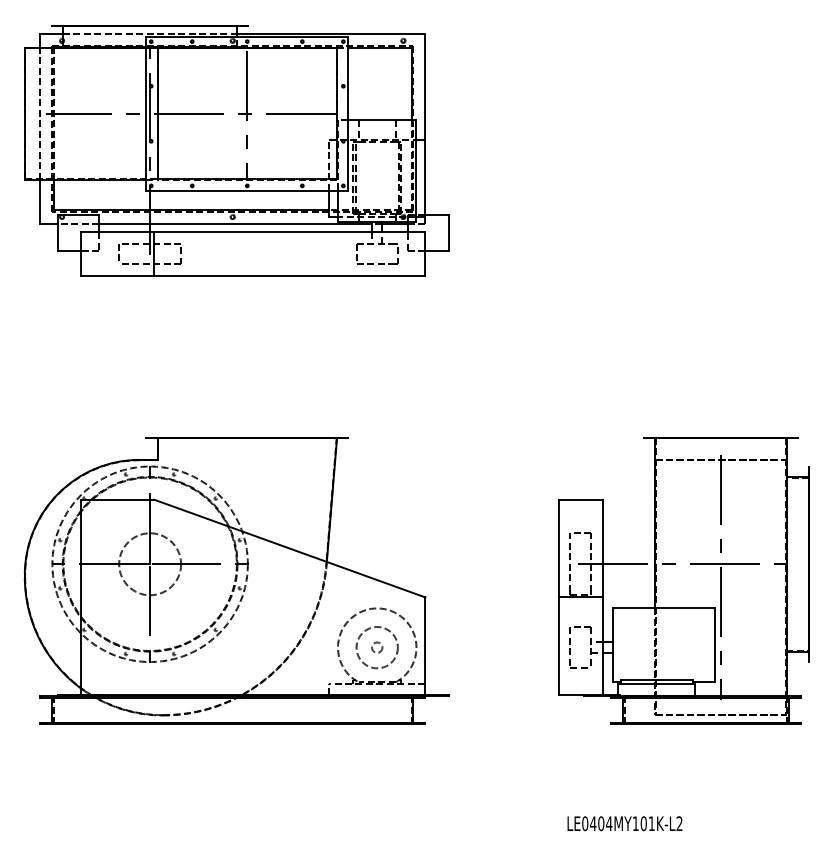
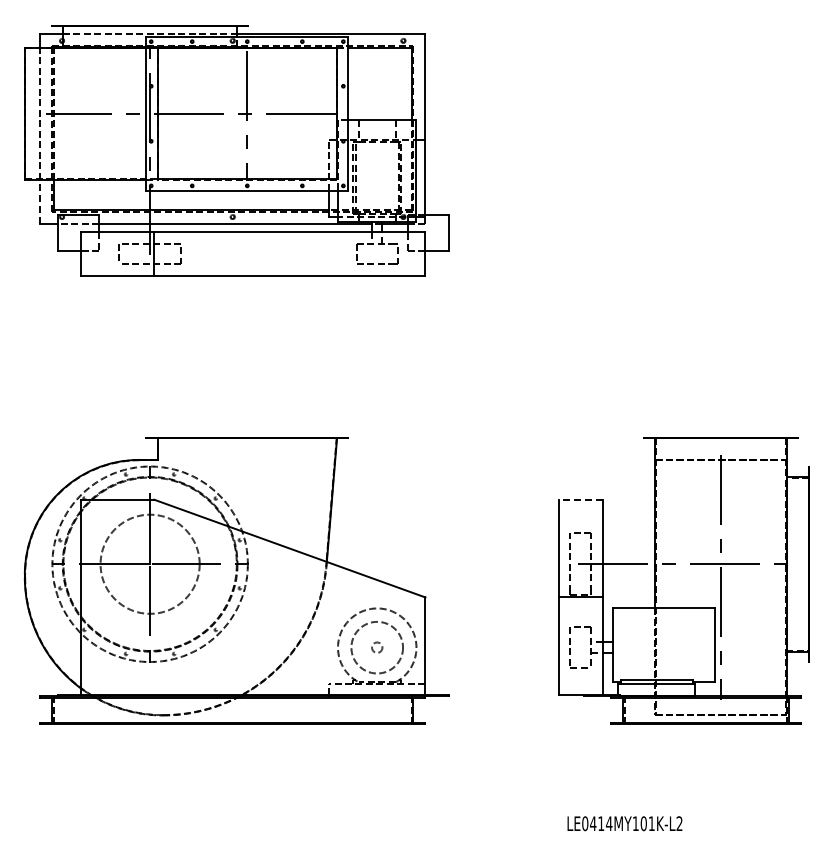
line at (40, 201): solid -> dashed
line at (580, 499): solid -> dashed
circle at (150, 564) diameter: 62 px -> 99 px
circle at (376, 647) diameter: 41 px -> 52 px
text at (601, 823): LE0404MY101K-L2 -> LE0414MY101K-L2
